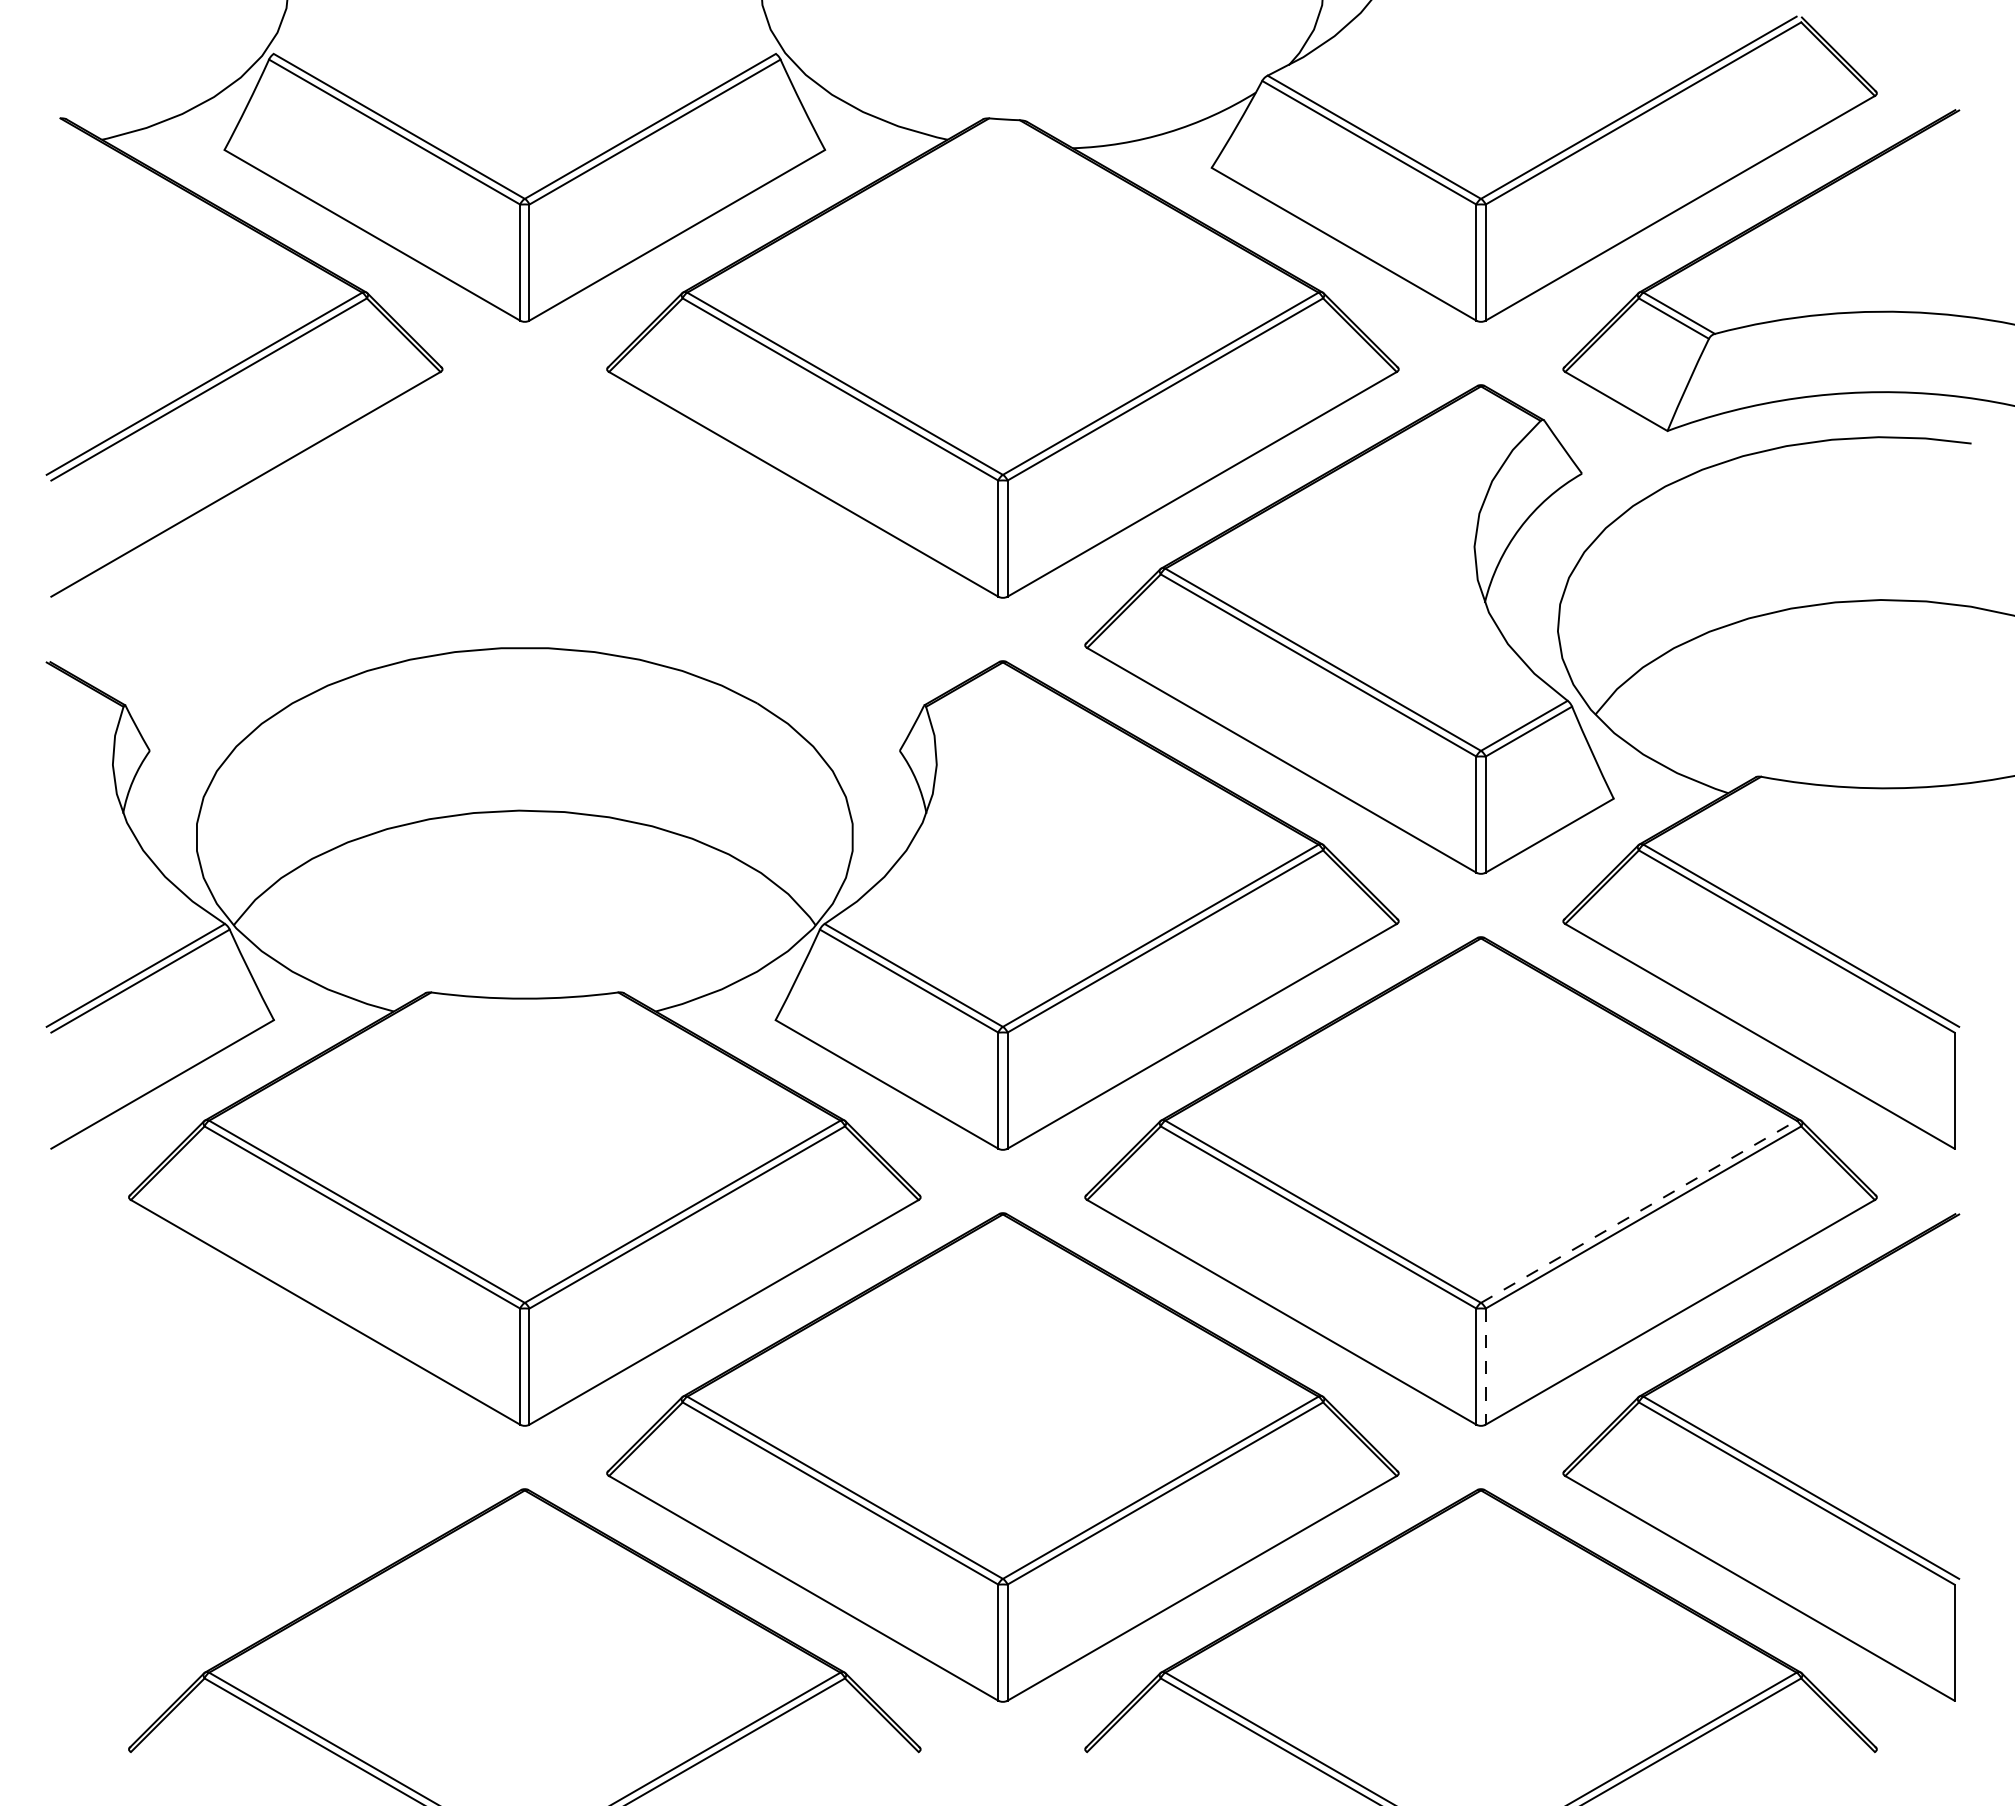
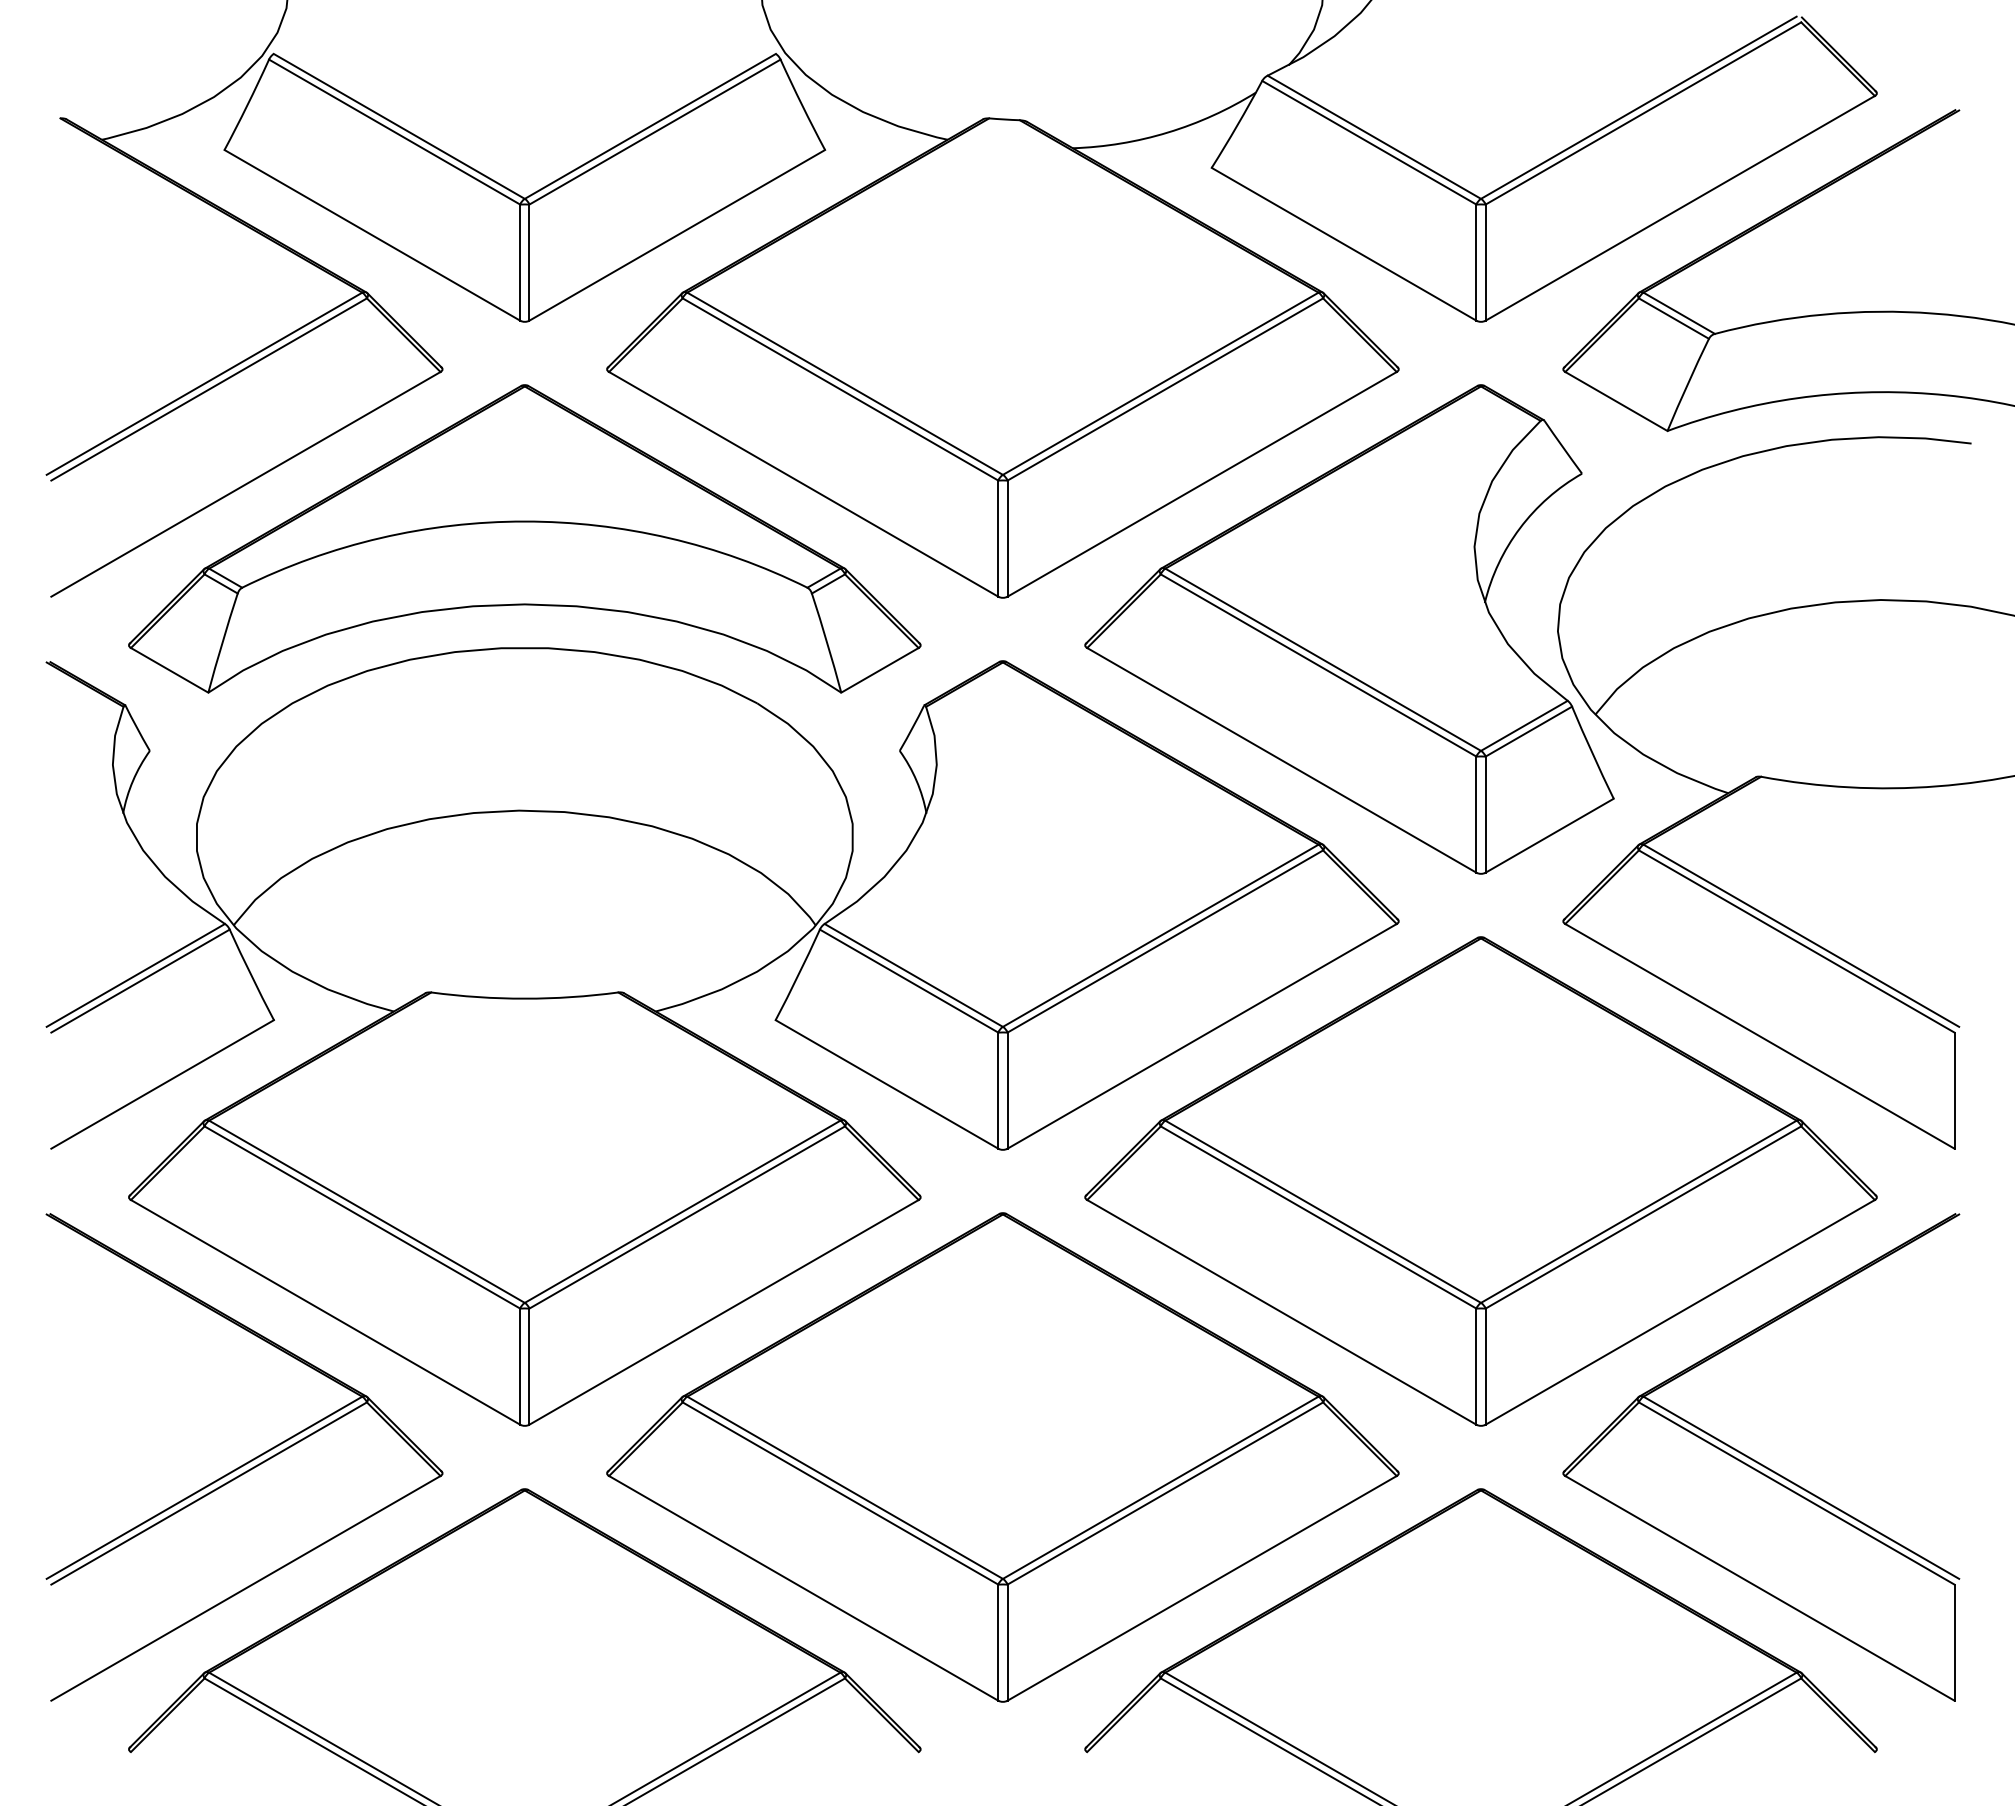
part at (524, 538): none -> present
line at (1639, 1211): dashed -> solid
line at (1485, 1367): dashed -> solid
part at (244, 1457): none -> present
